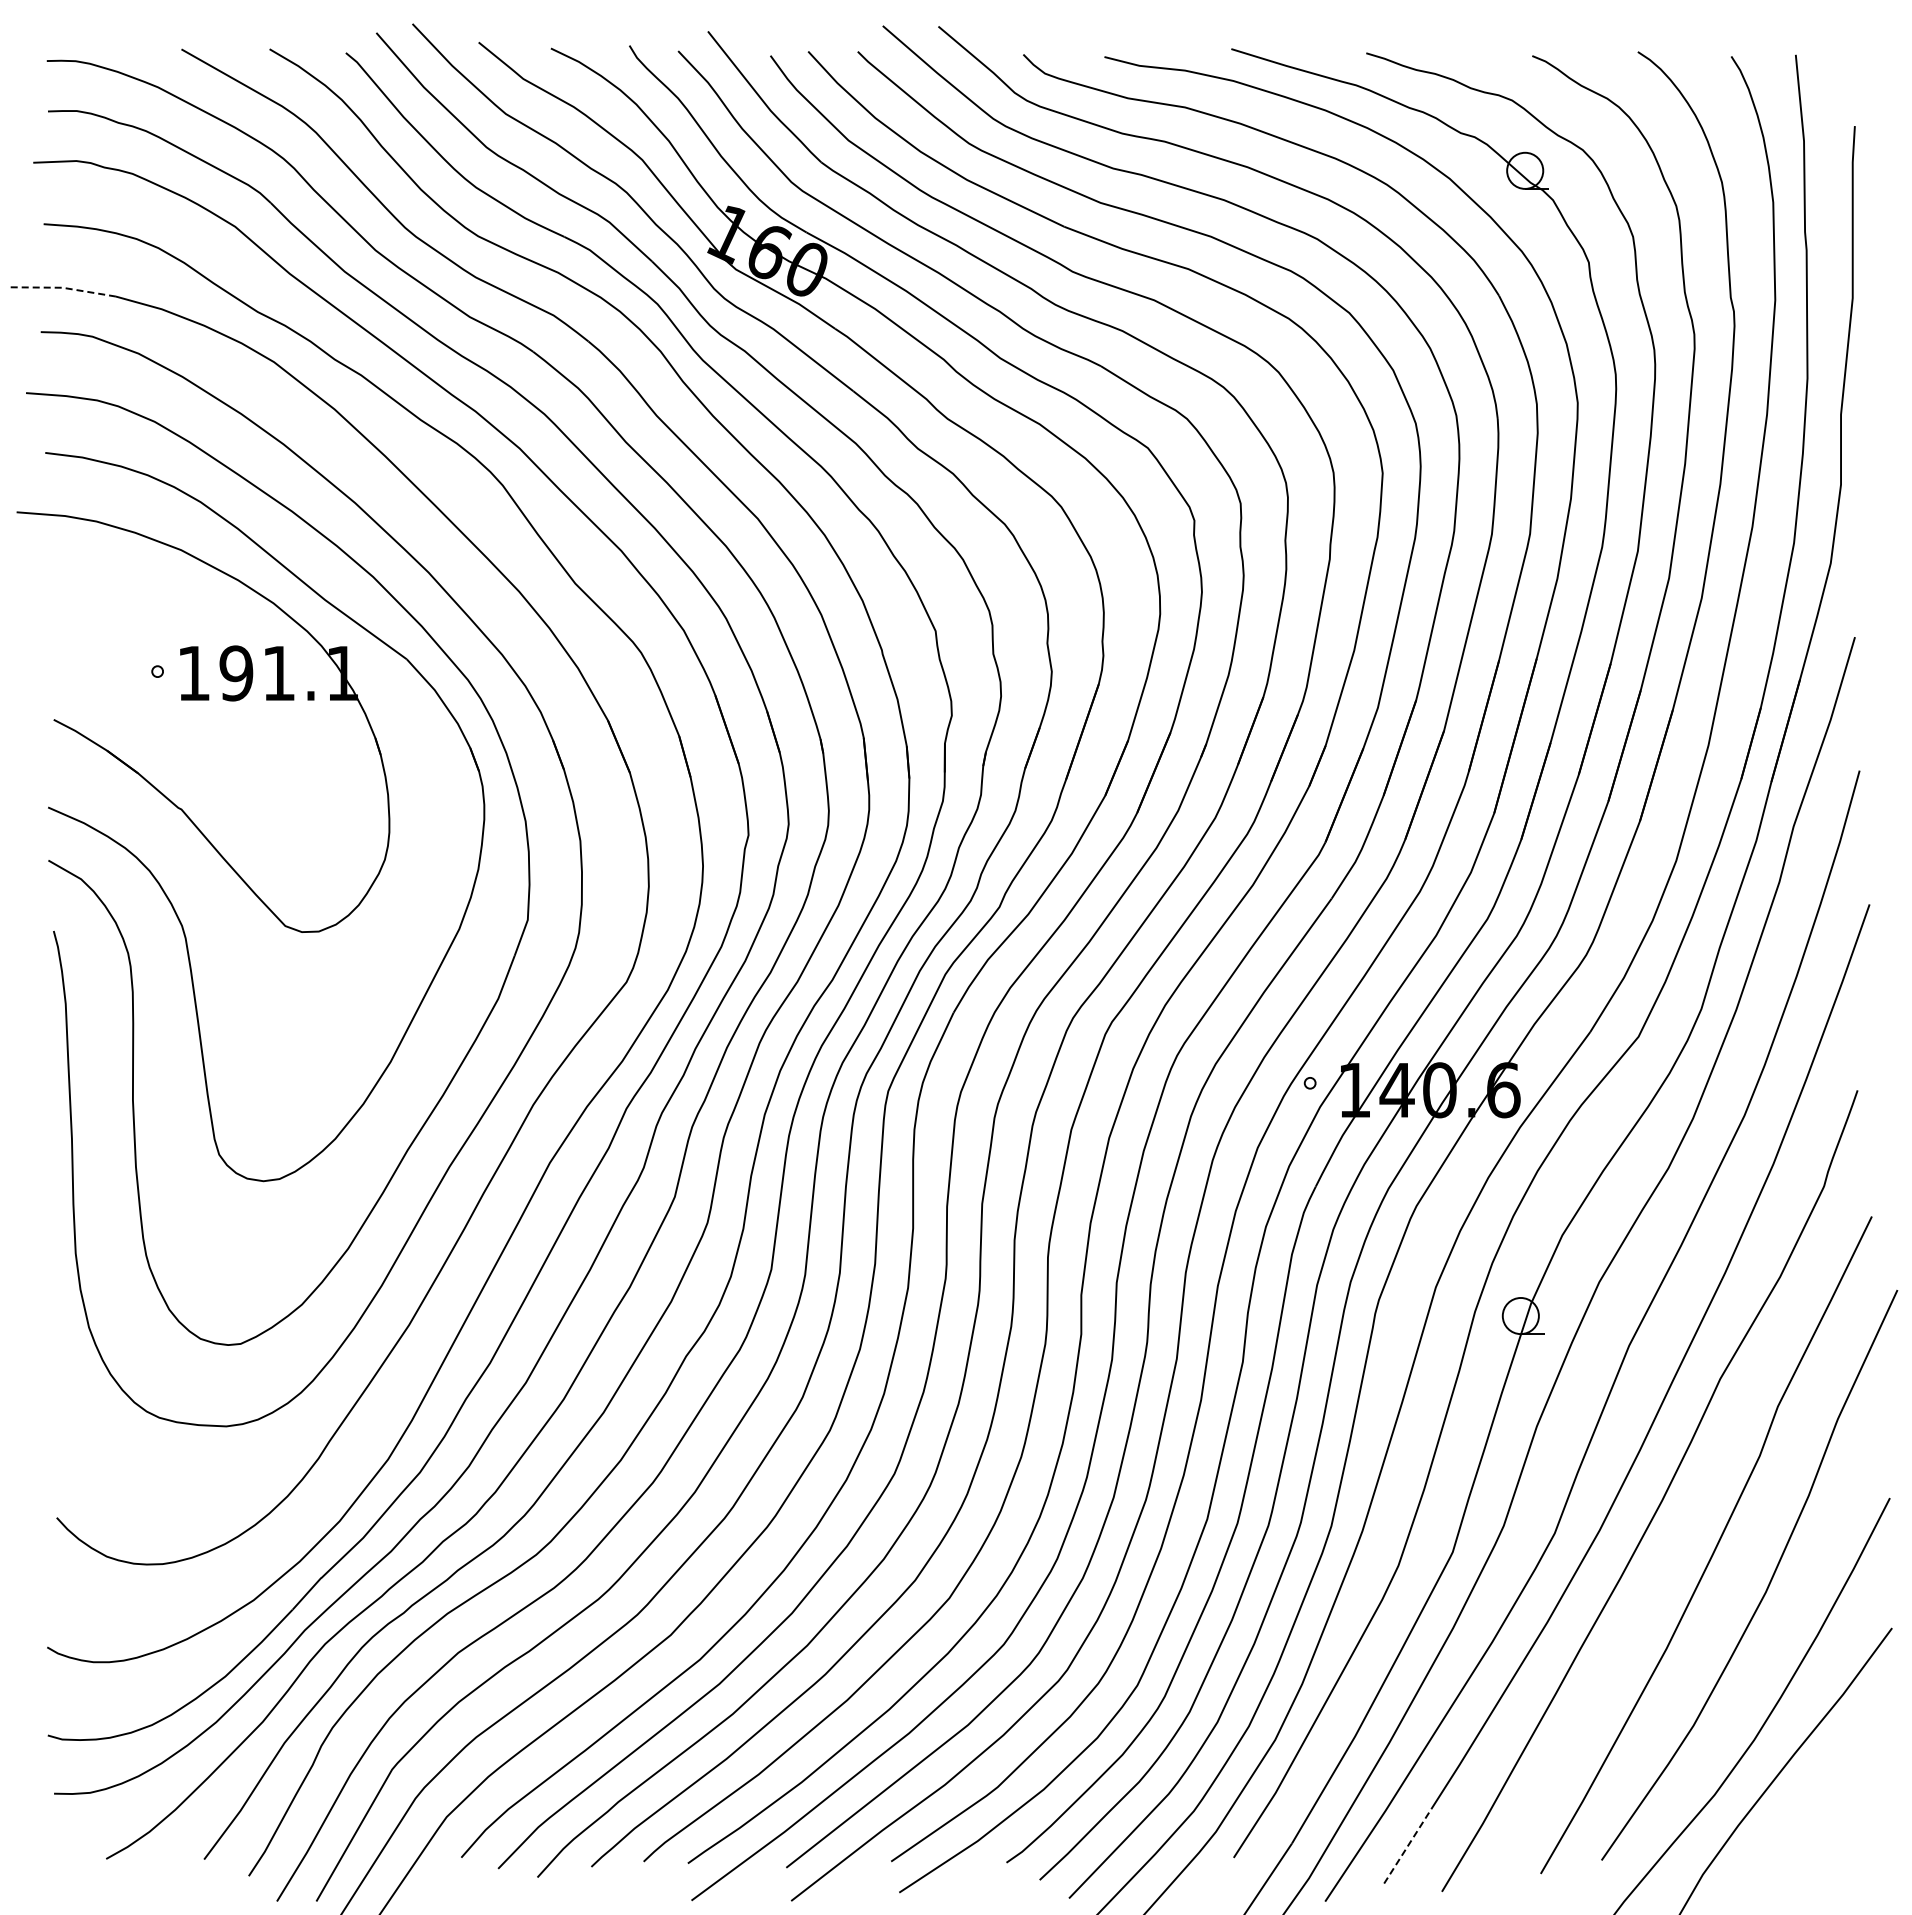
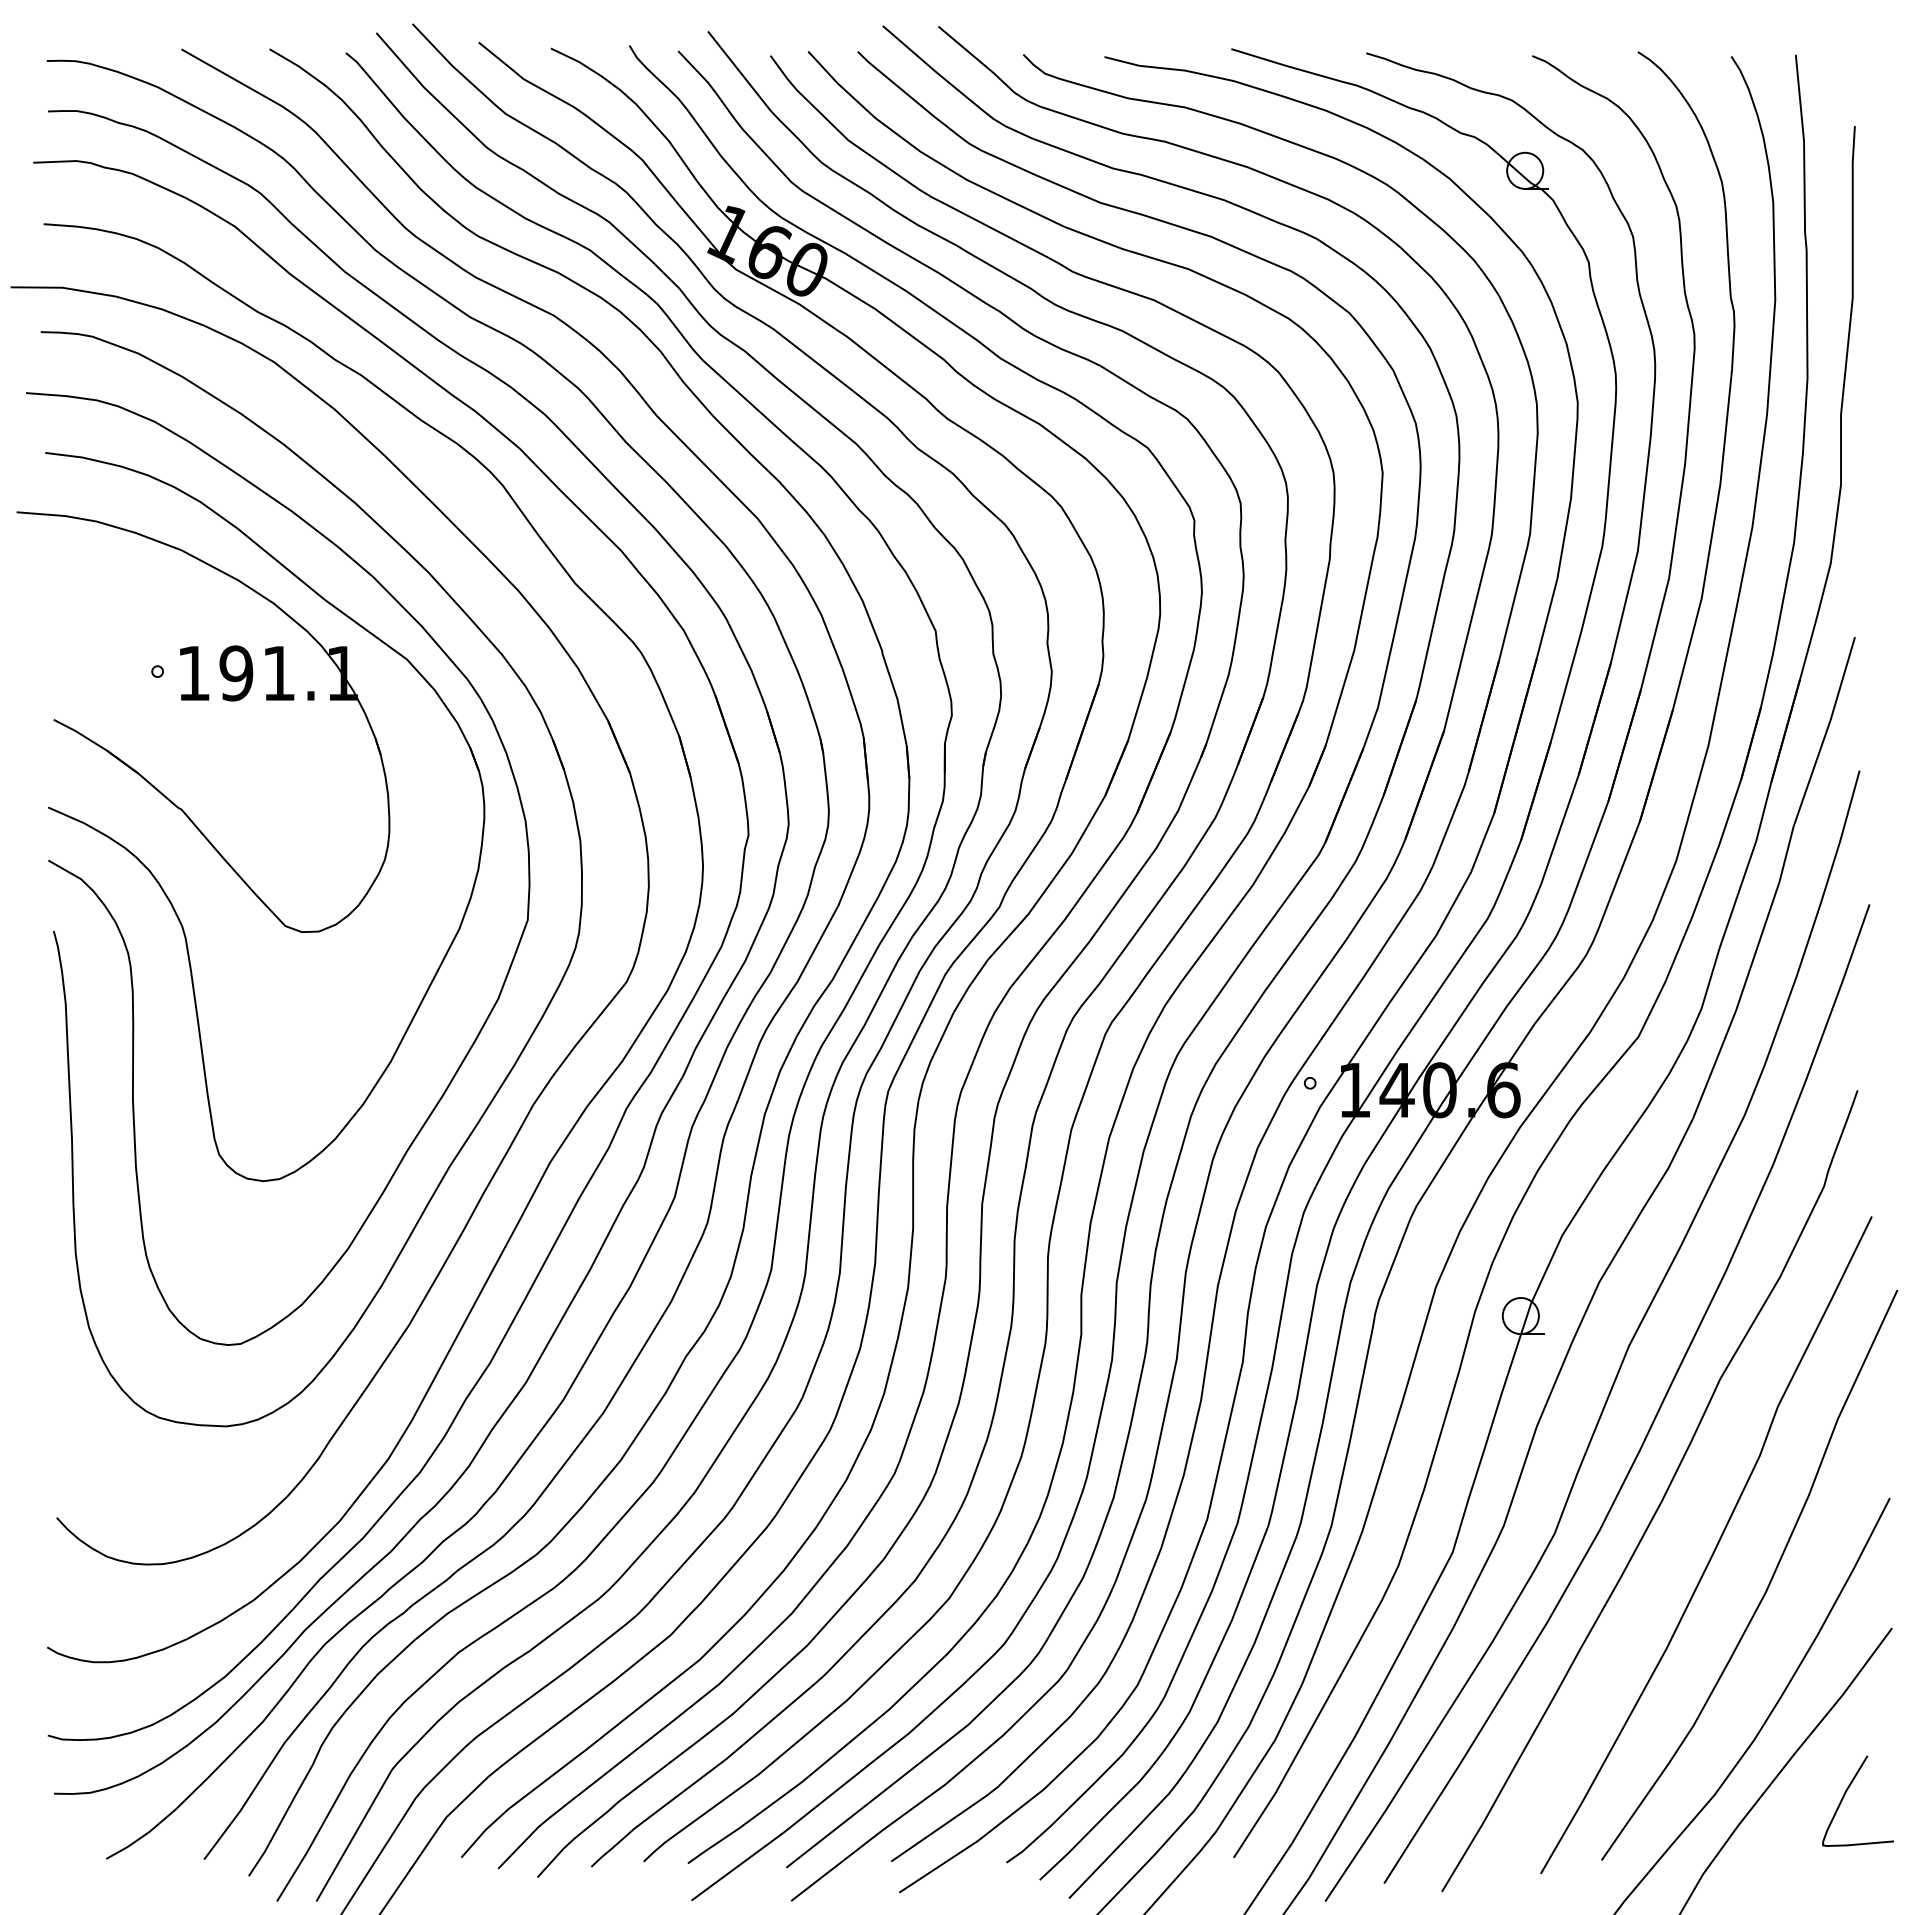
line at (63, 287): dashed -> solid
curve at (1845, 1795): none -> present
line at (1408, 1845): dashed -> solid
